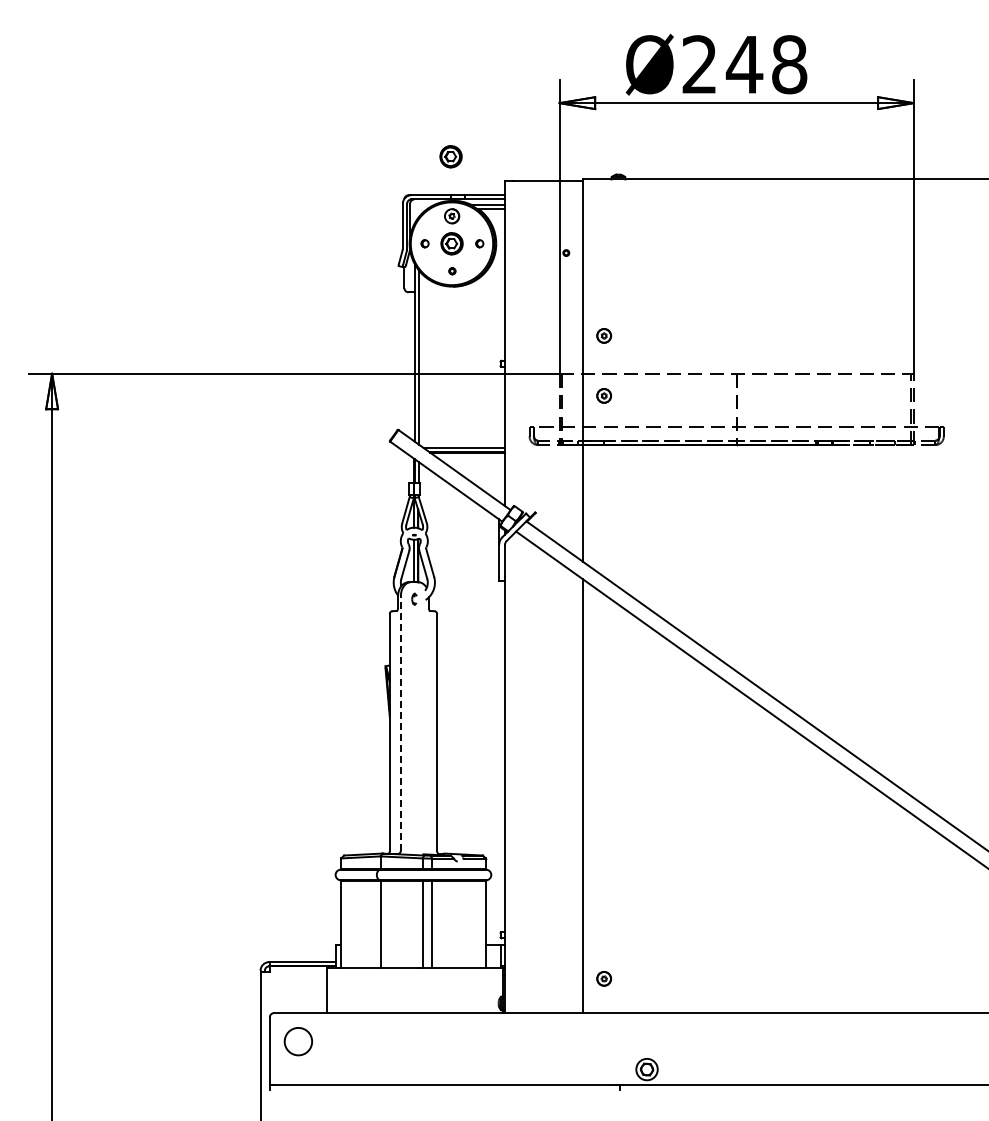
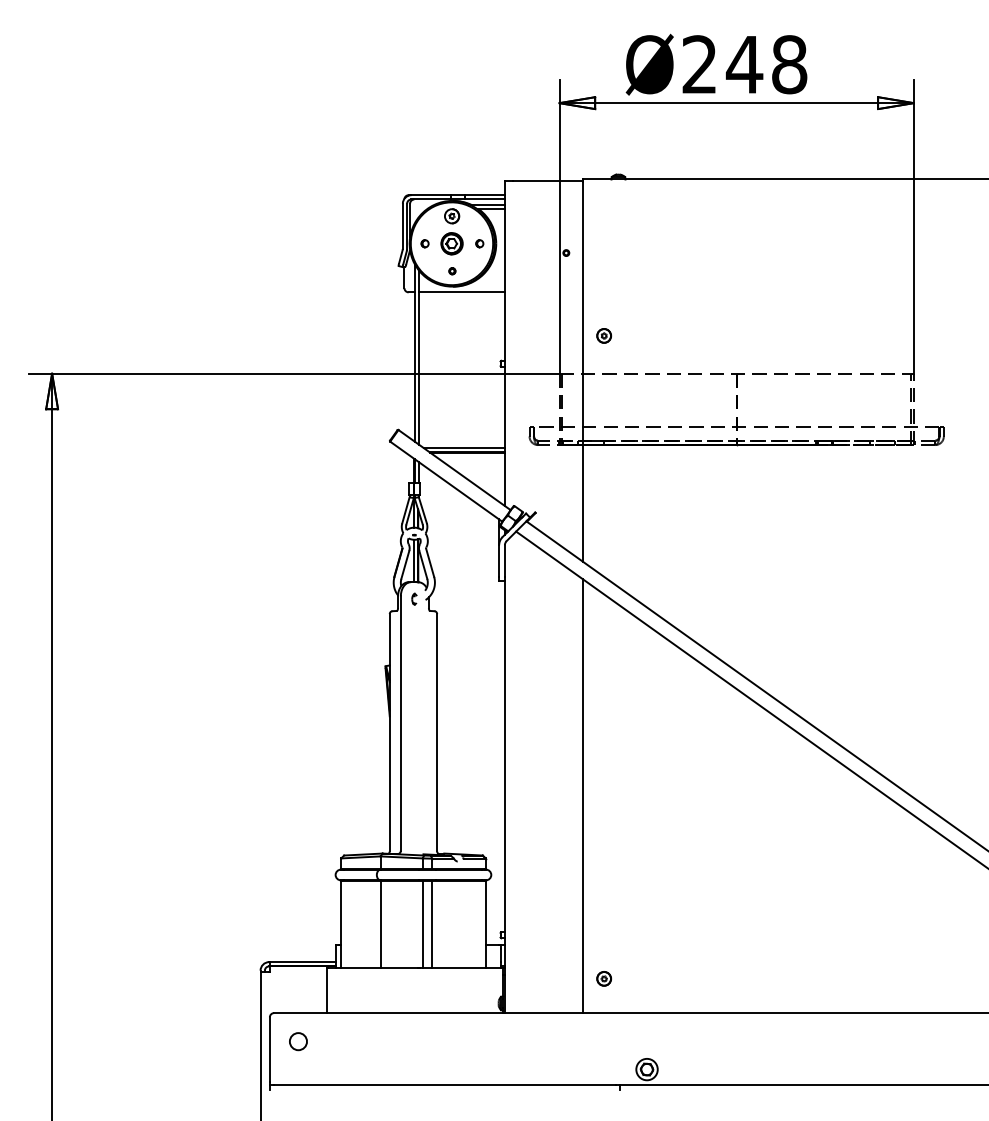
part at (450, 156): present -> none
line at (461, 292): none -> present
part at (603, 395): present -> none
line at (400, 723): dashed -> solid
circle at (298, 1041) diameter: 27 px -> 17 px
